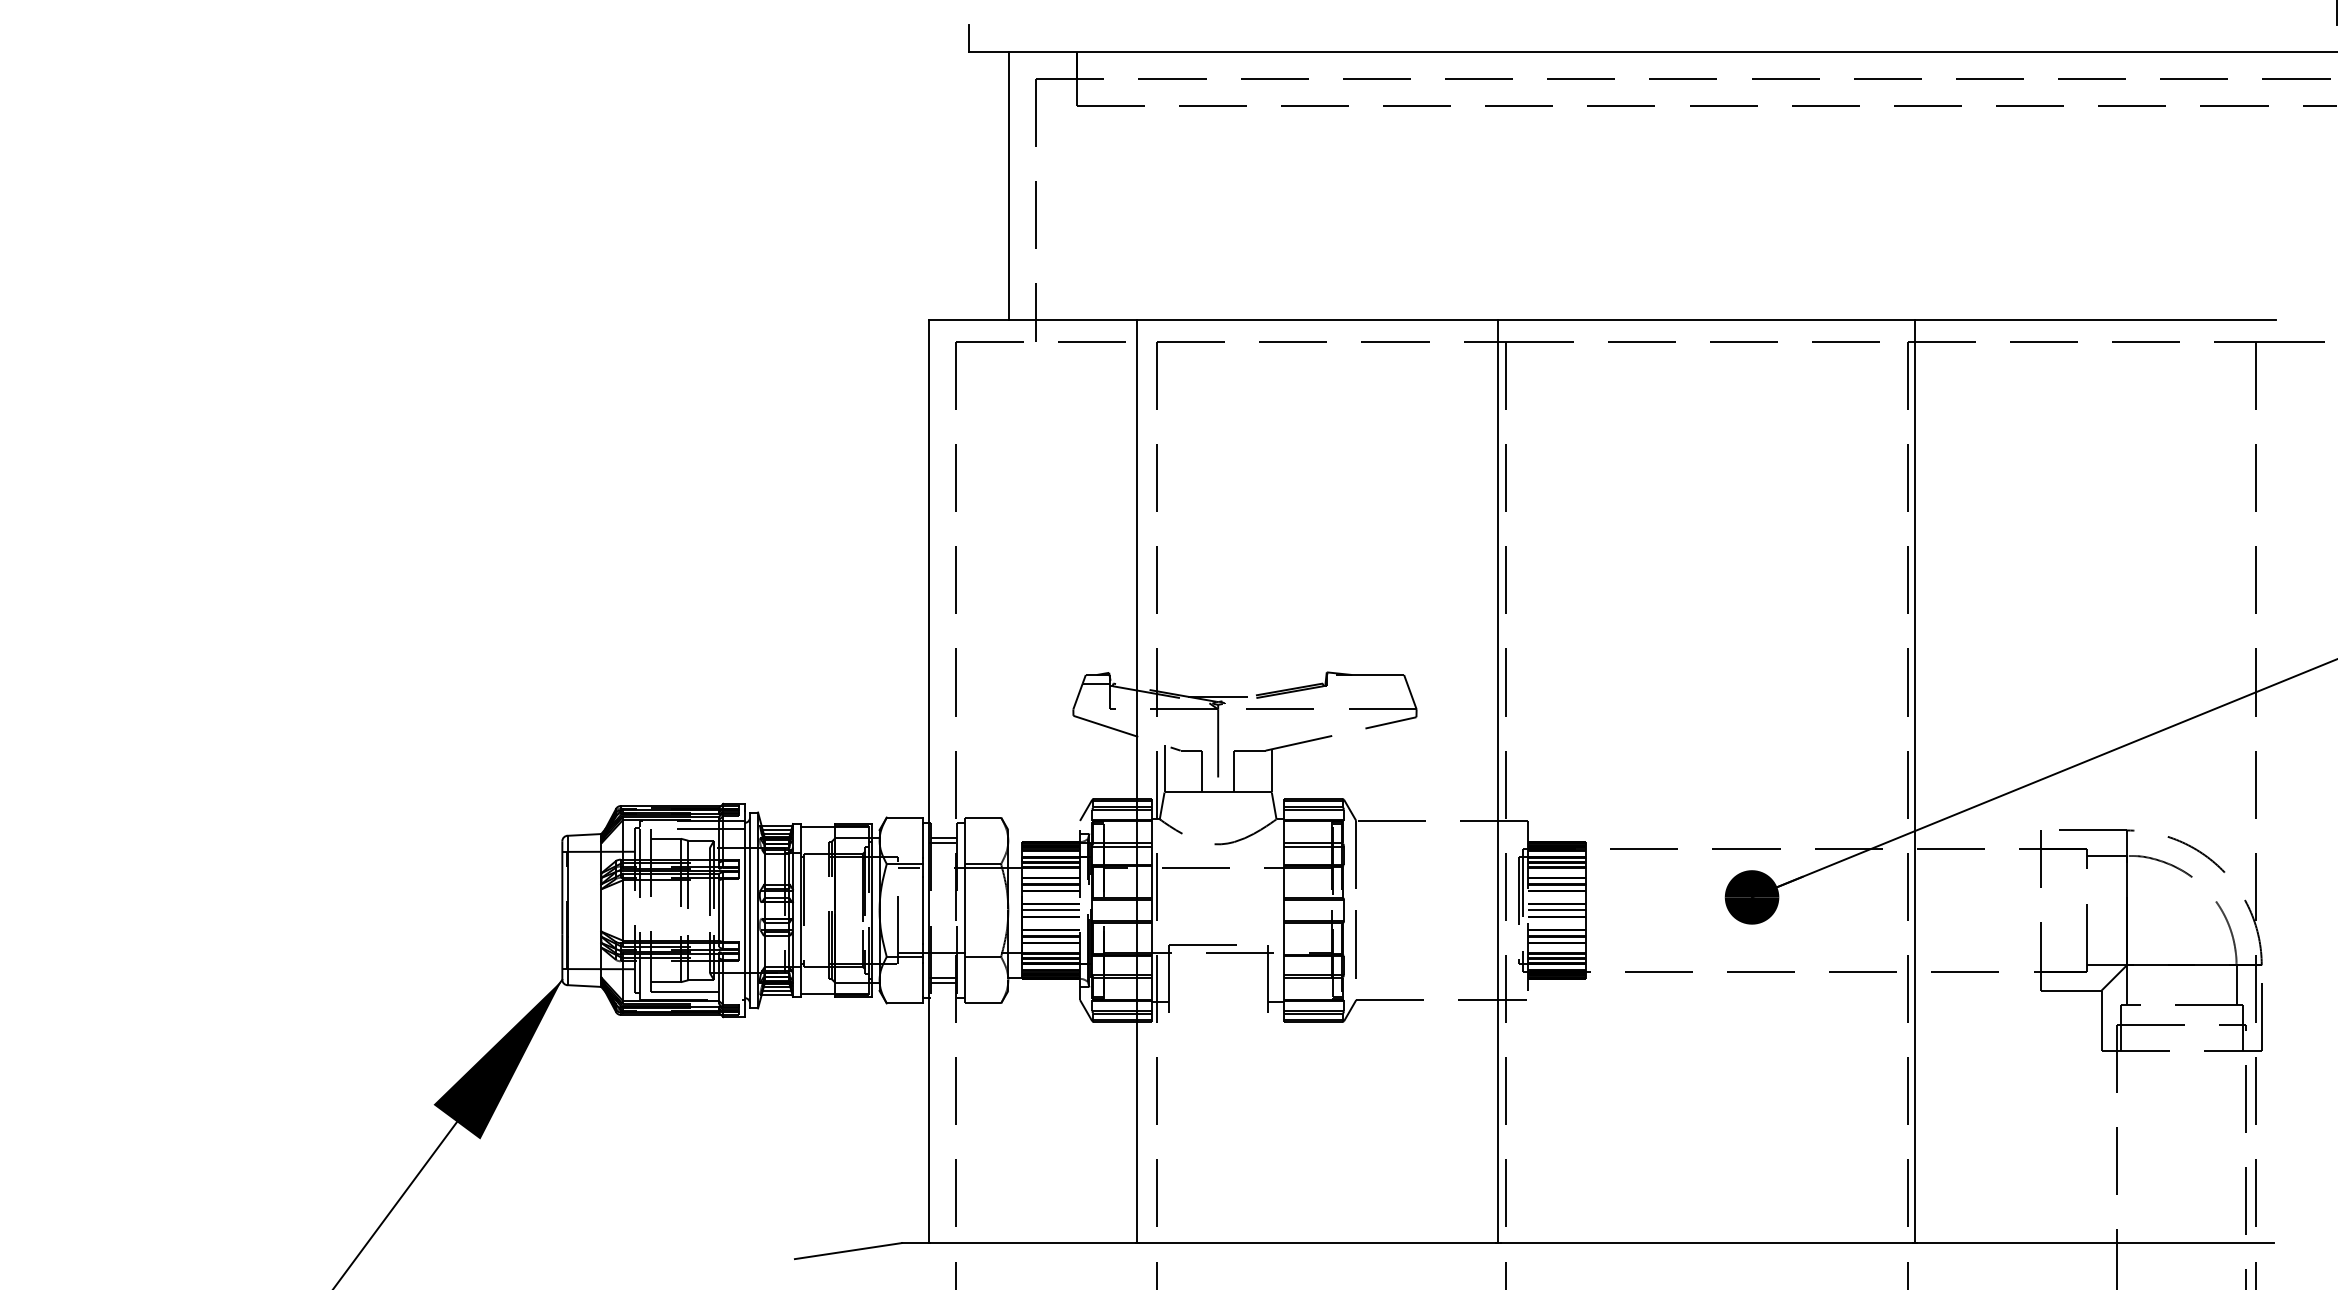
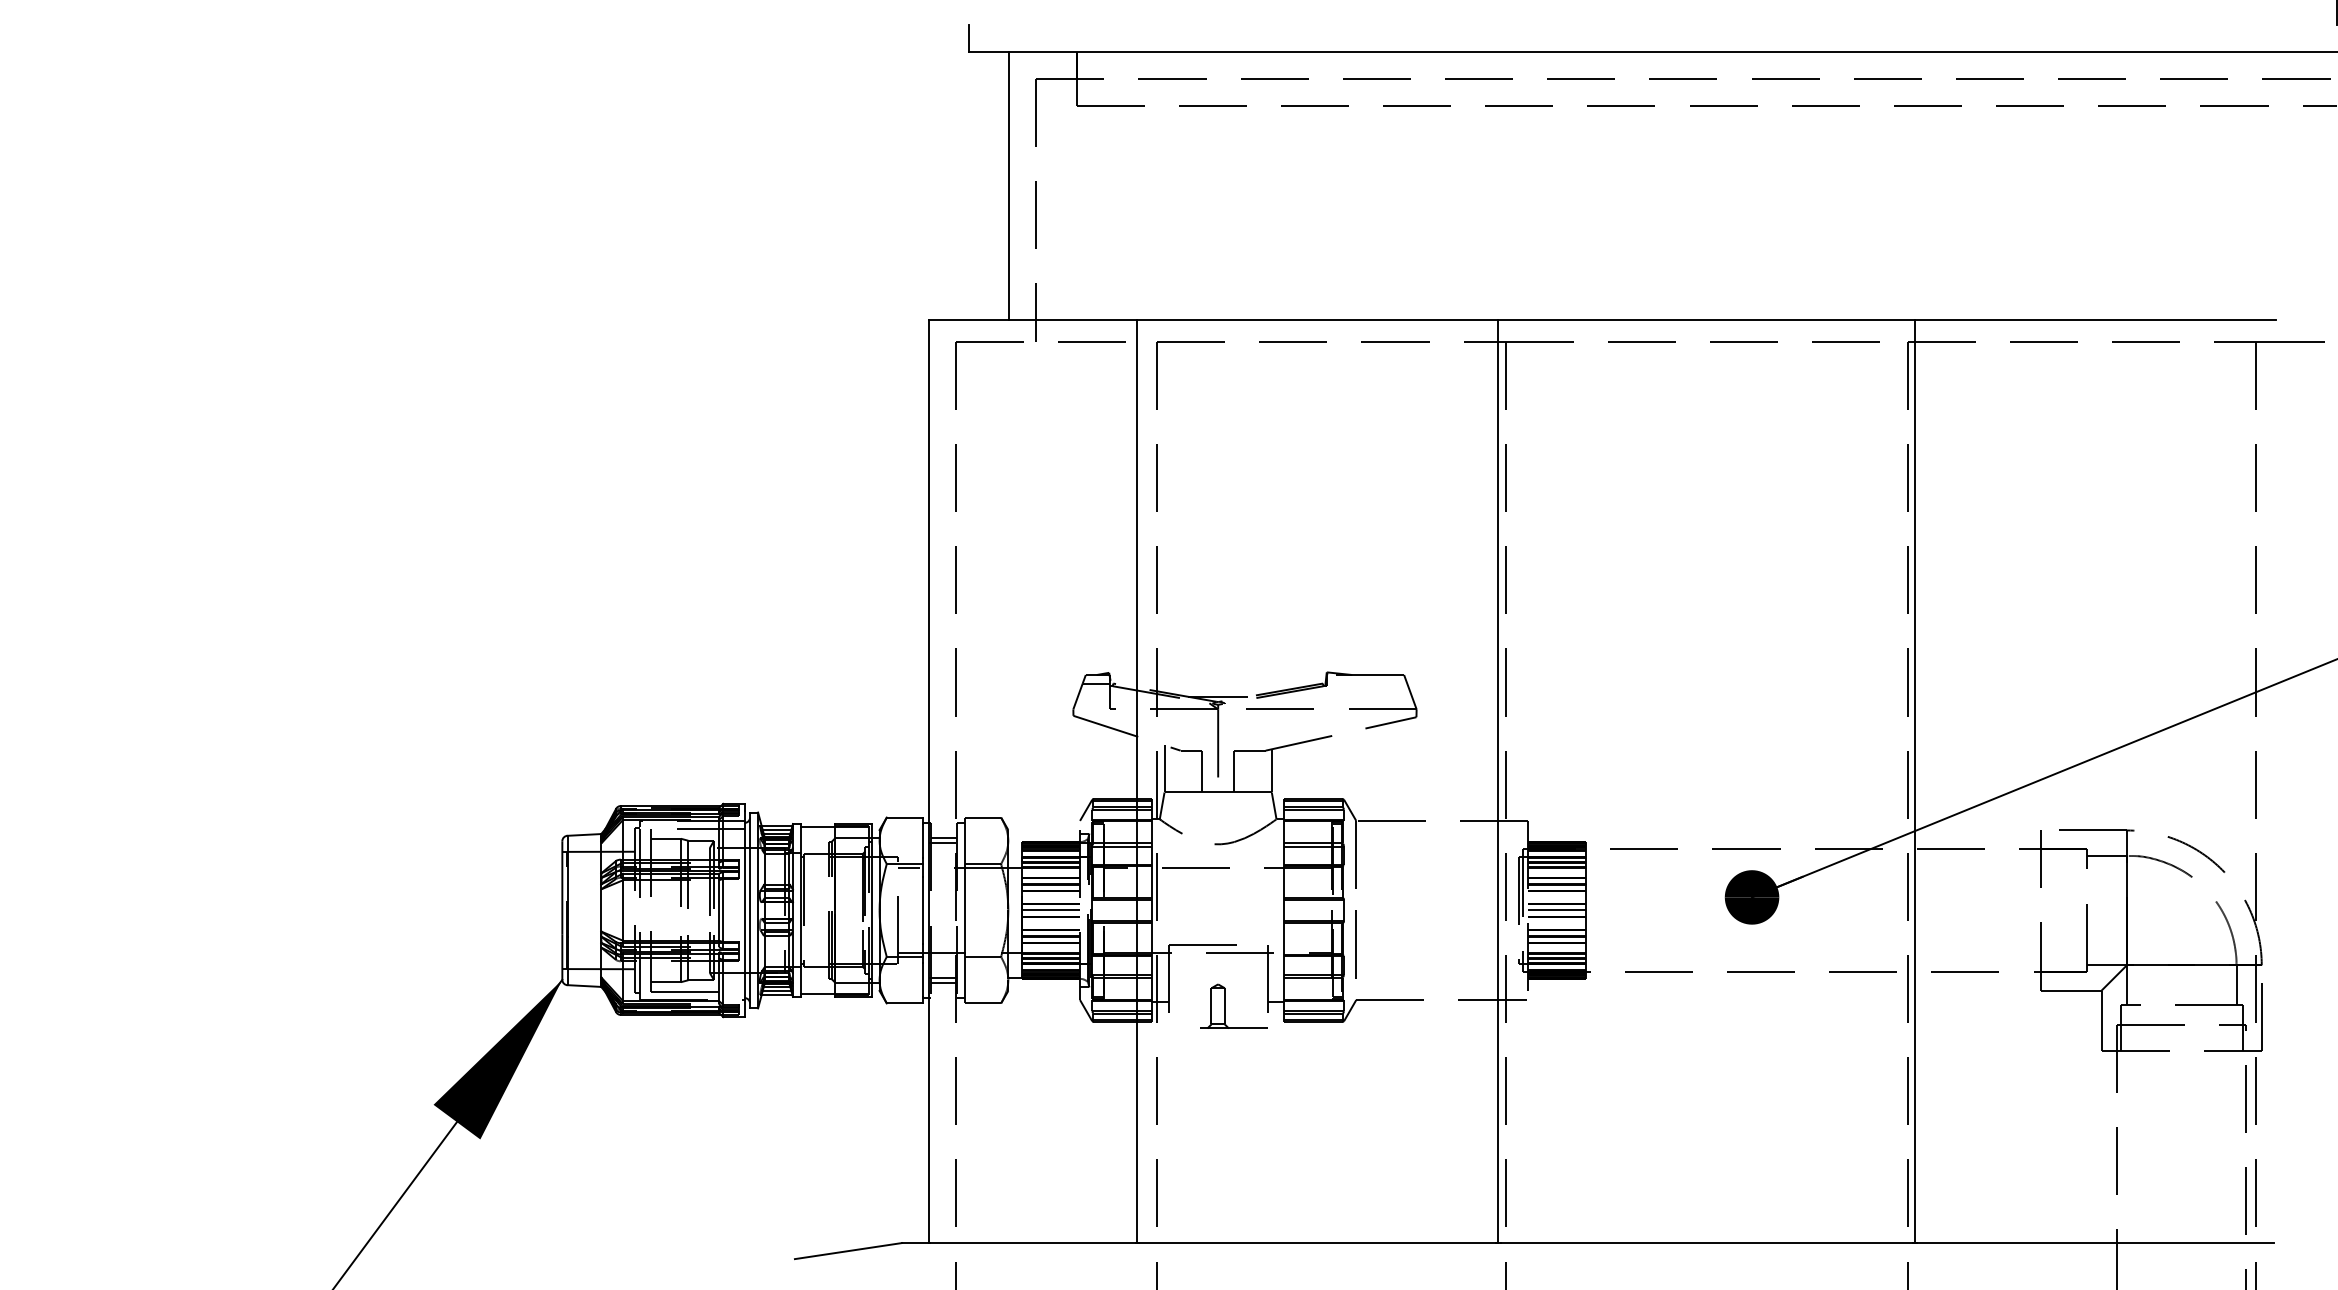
part at (1225, 1005): none -> present
